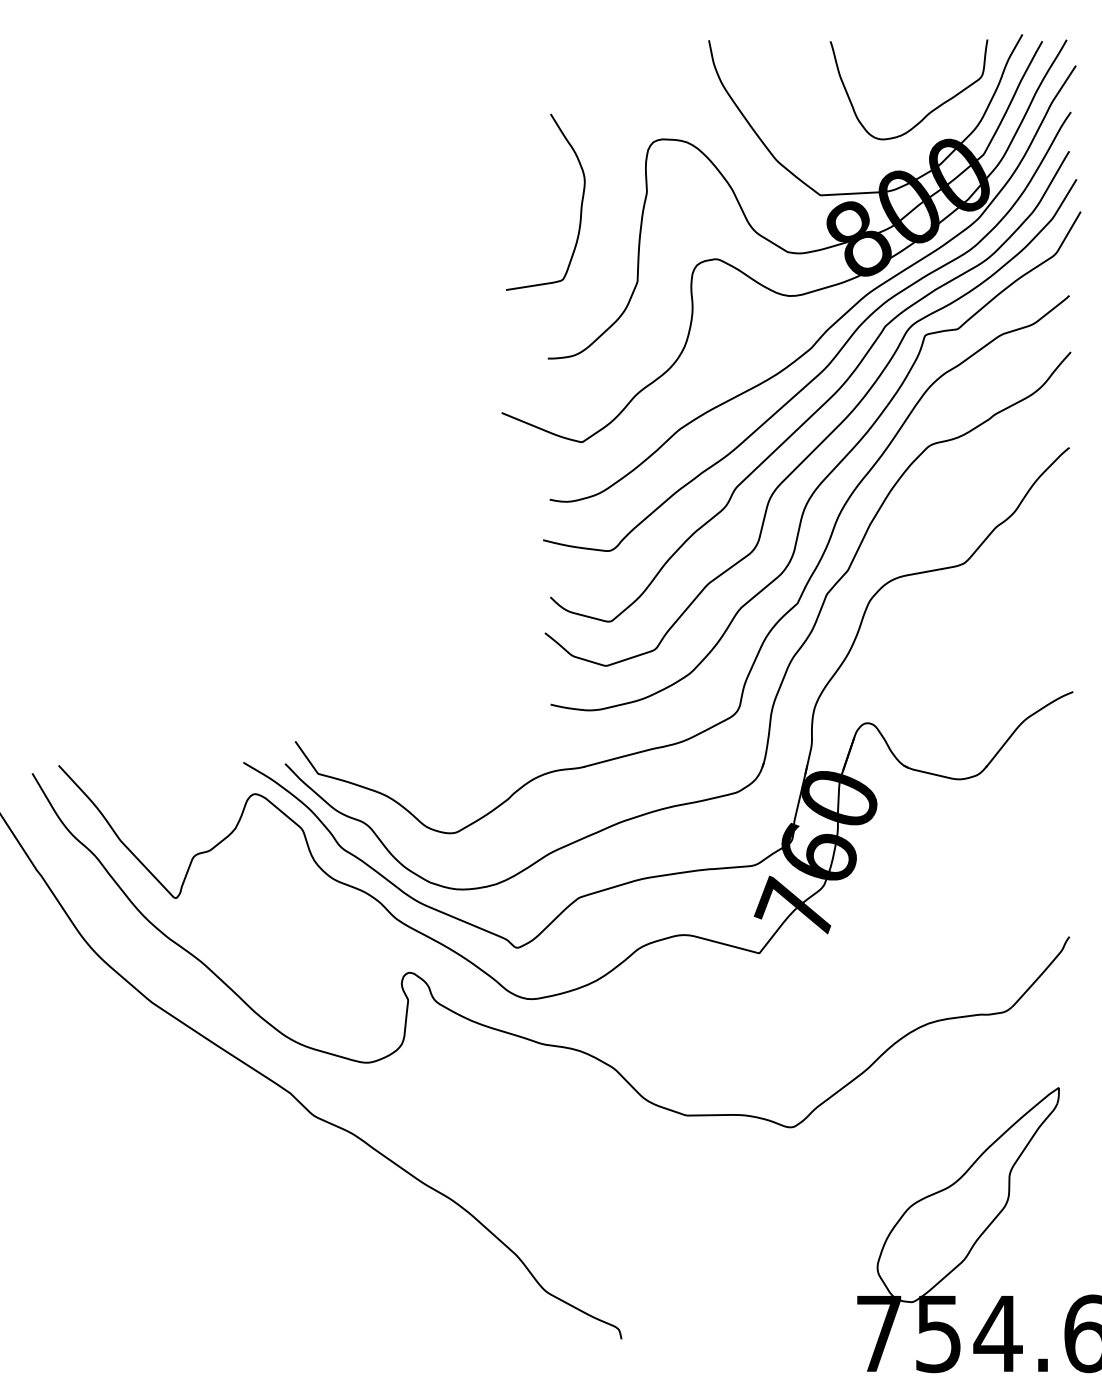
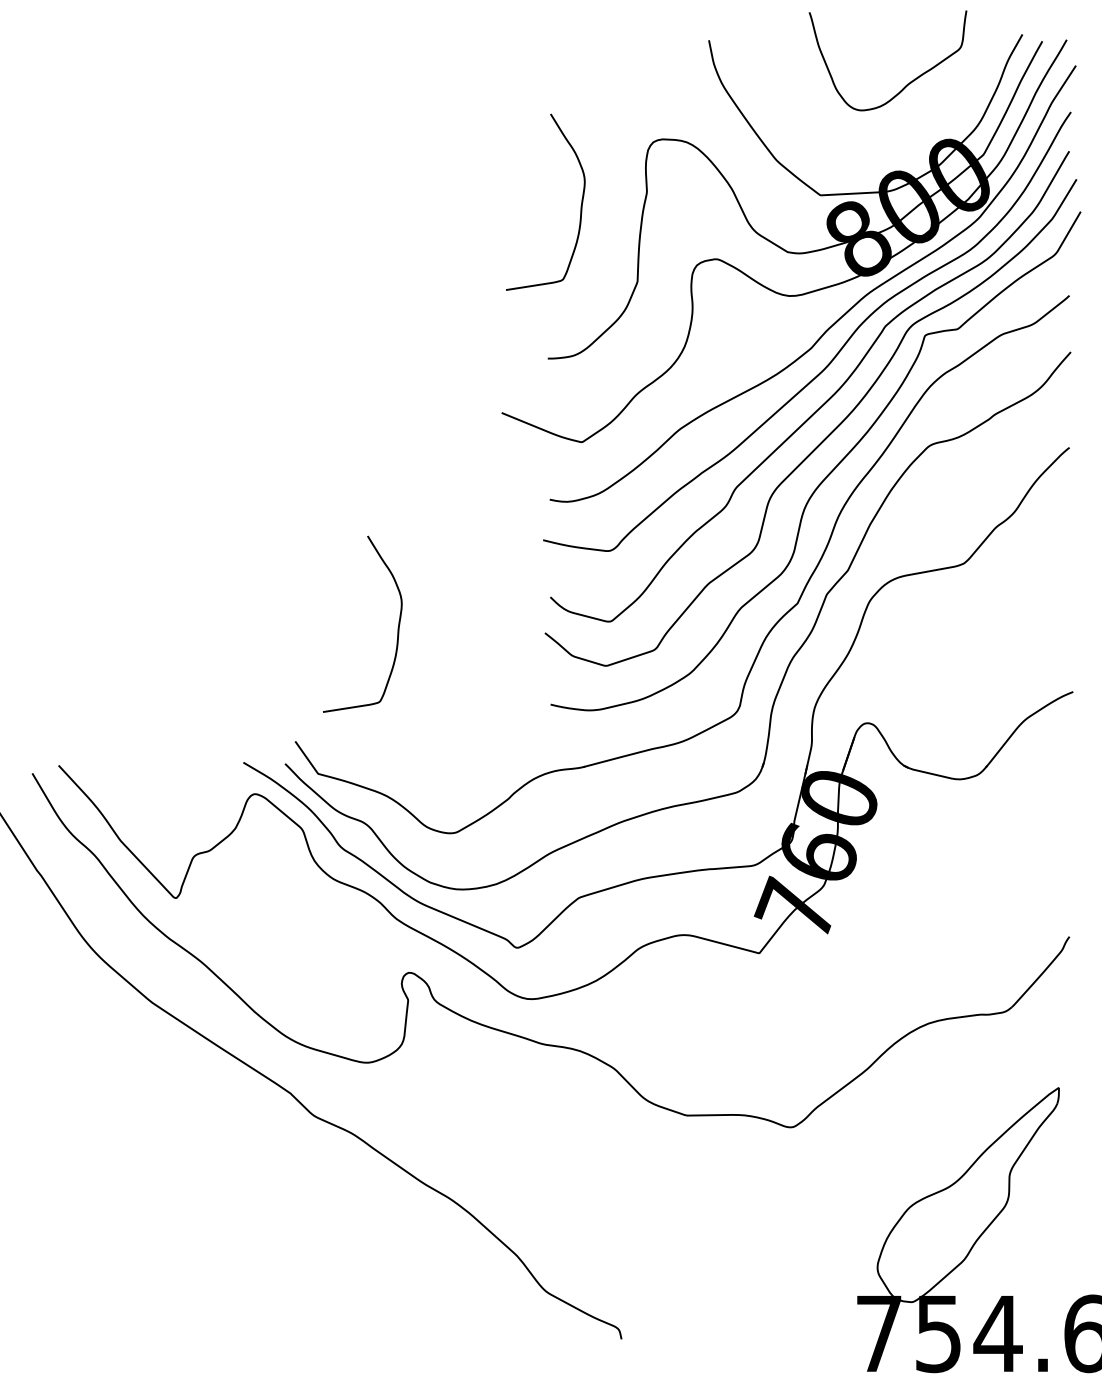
curve at (928, 112) position: (928, 112) -> (907, 83)
curve at (397, 627): none -> present
